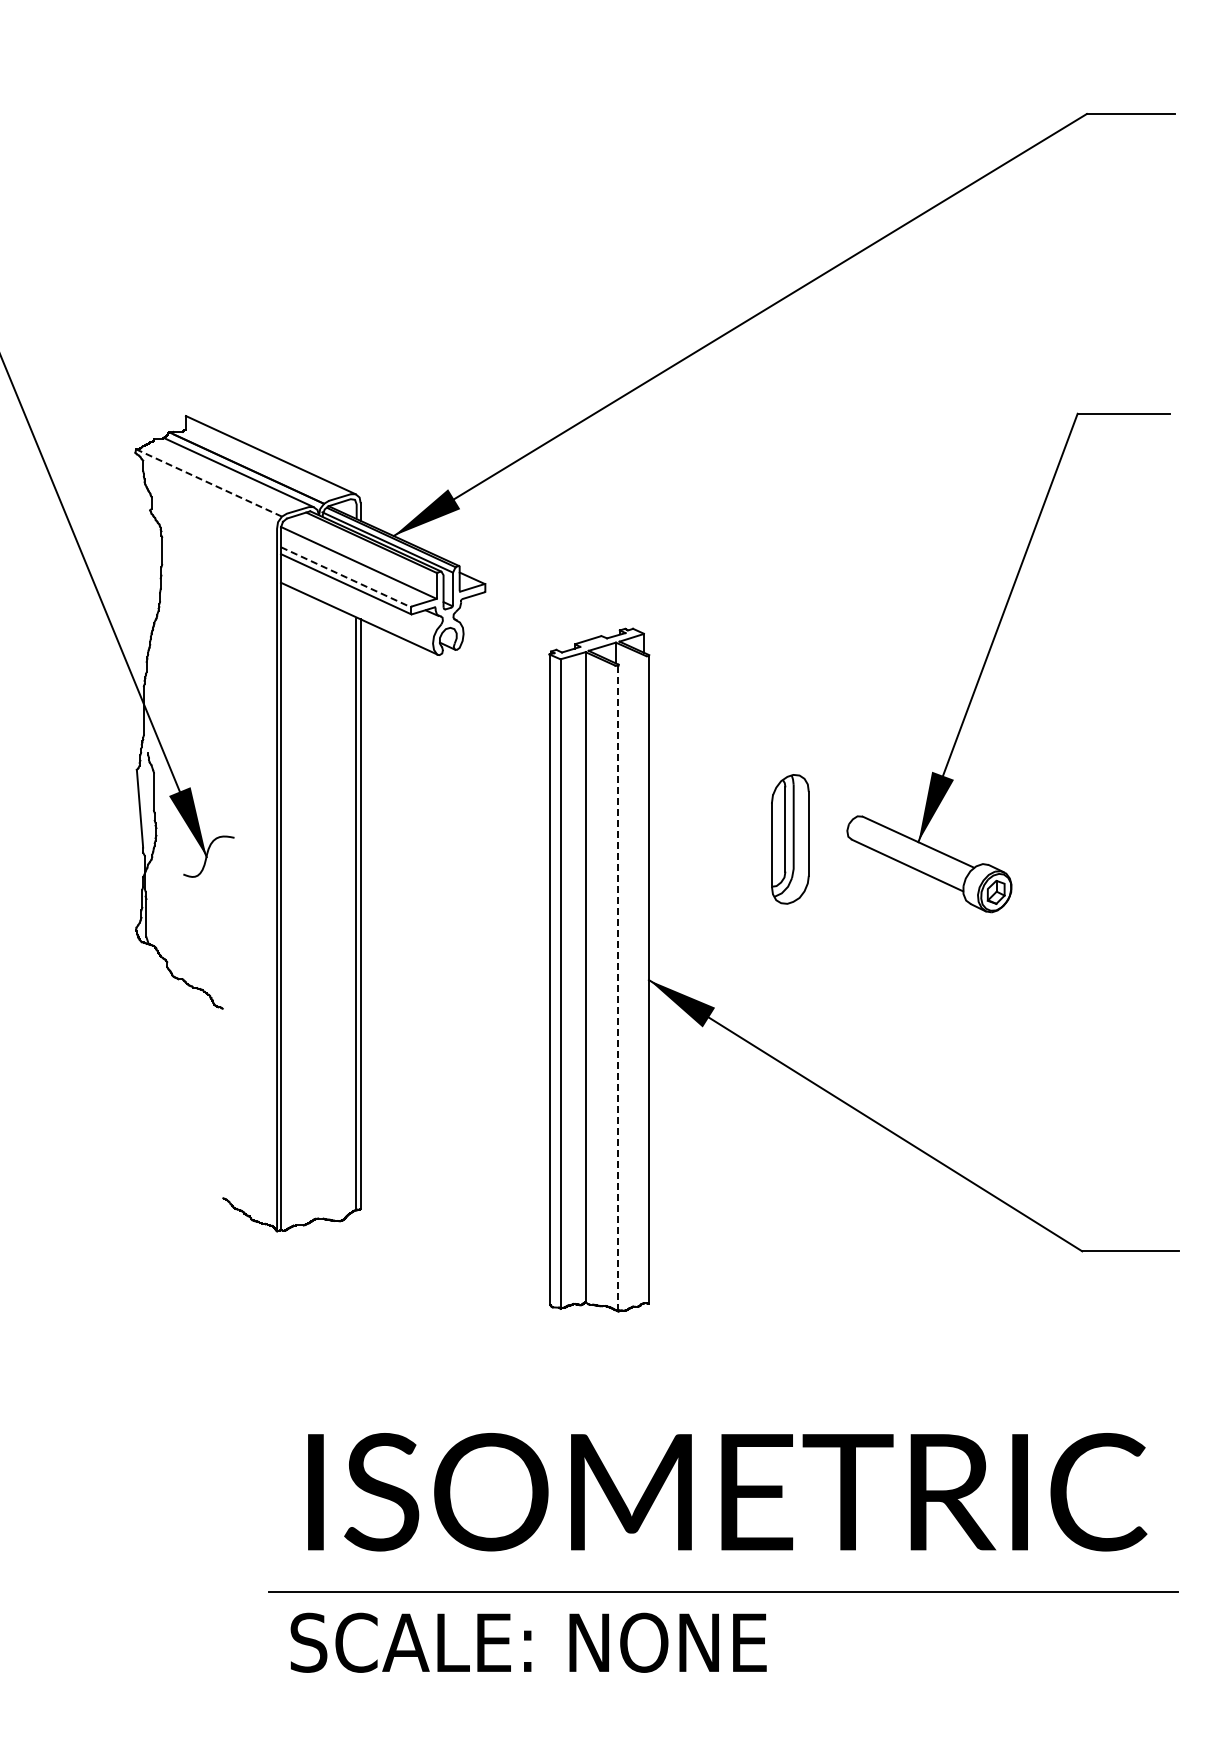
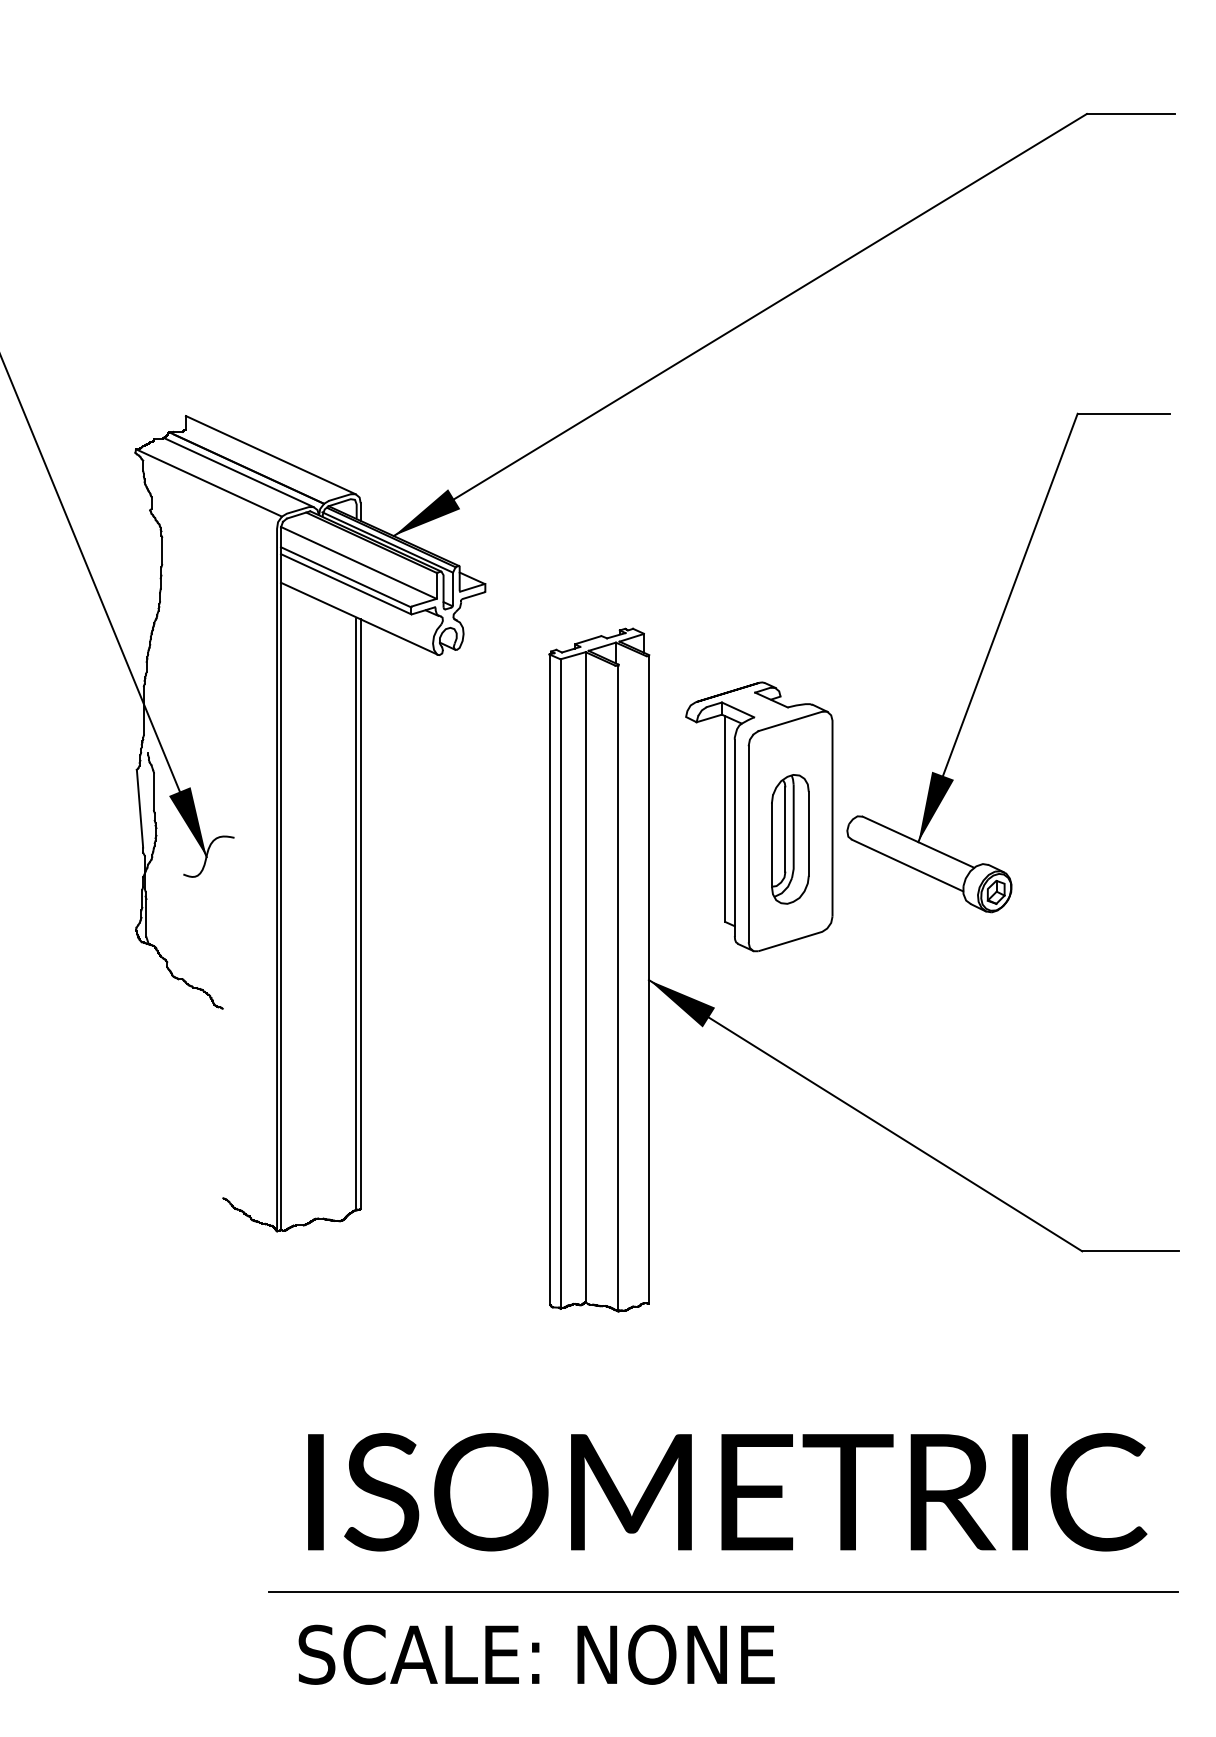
line at (208, 482): dashed -> solid
line at (346, 577): dashed -> solid
part at (759, 816): none -> present
line at (618, 988): dashed -> solid
text at (528, 1642) position: (528, 1642) -> (536, 1654)
